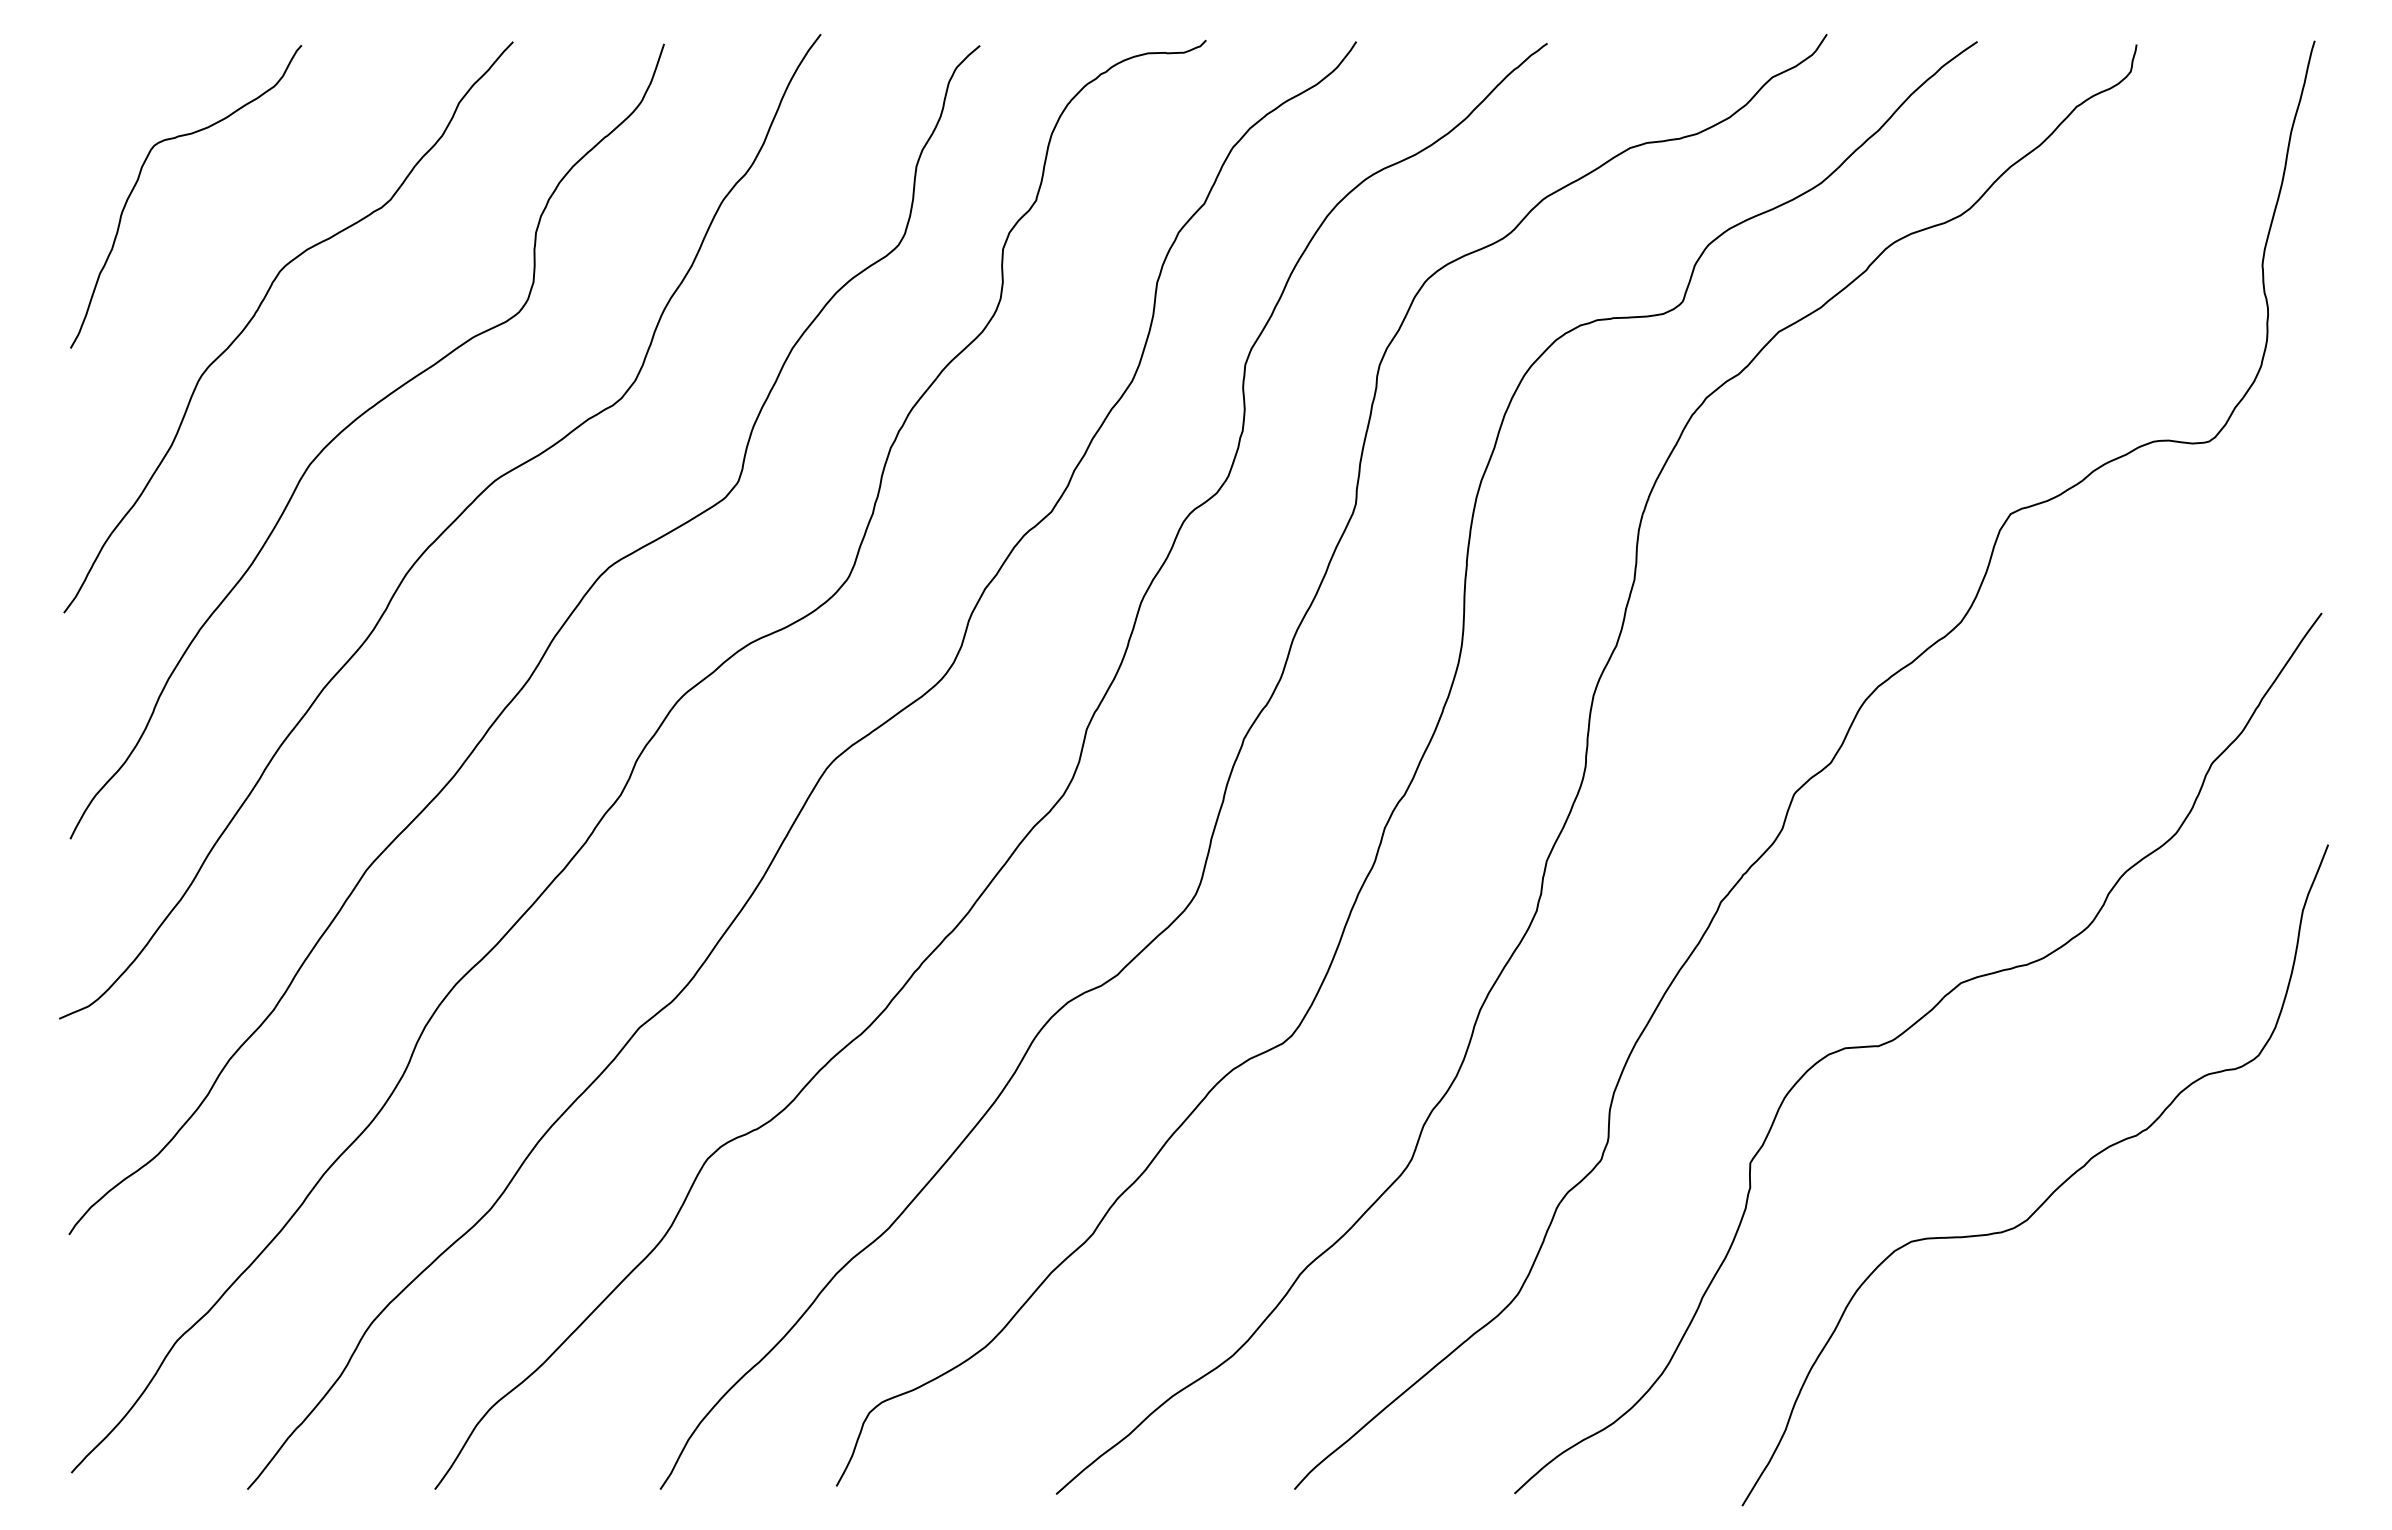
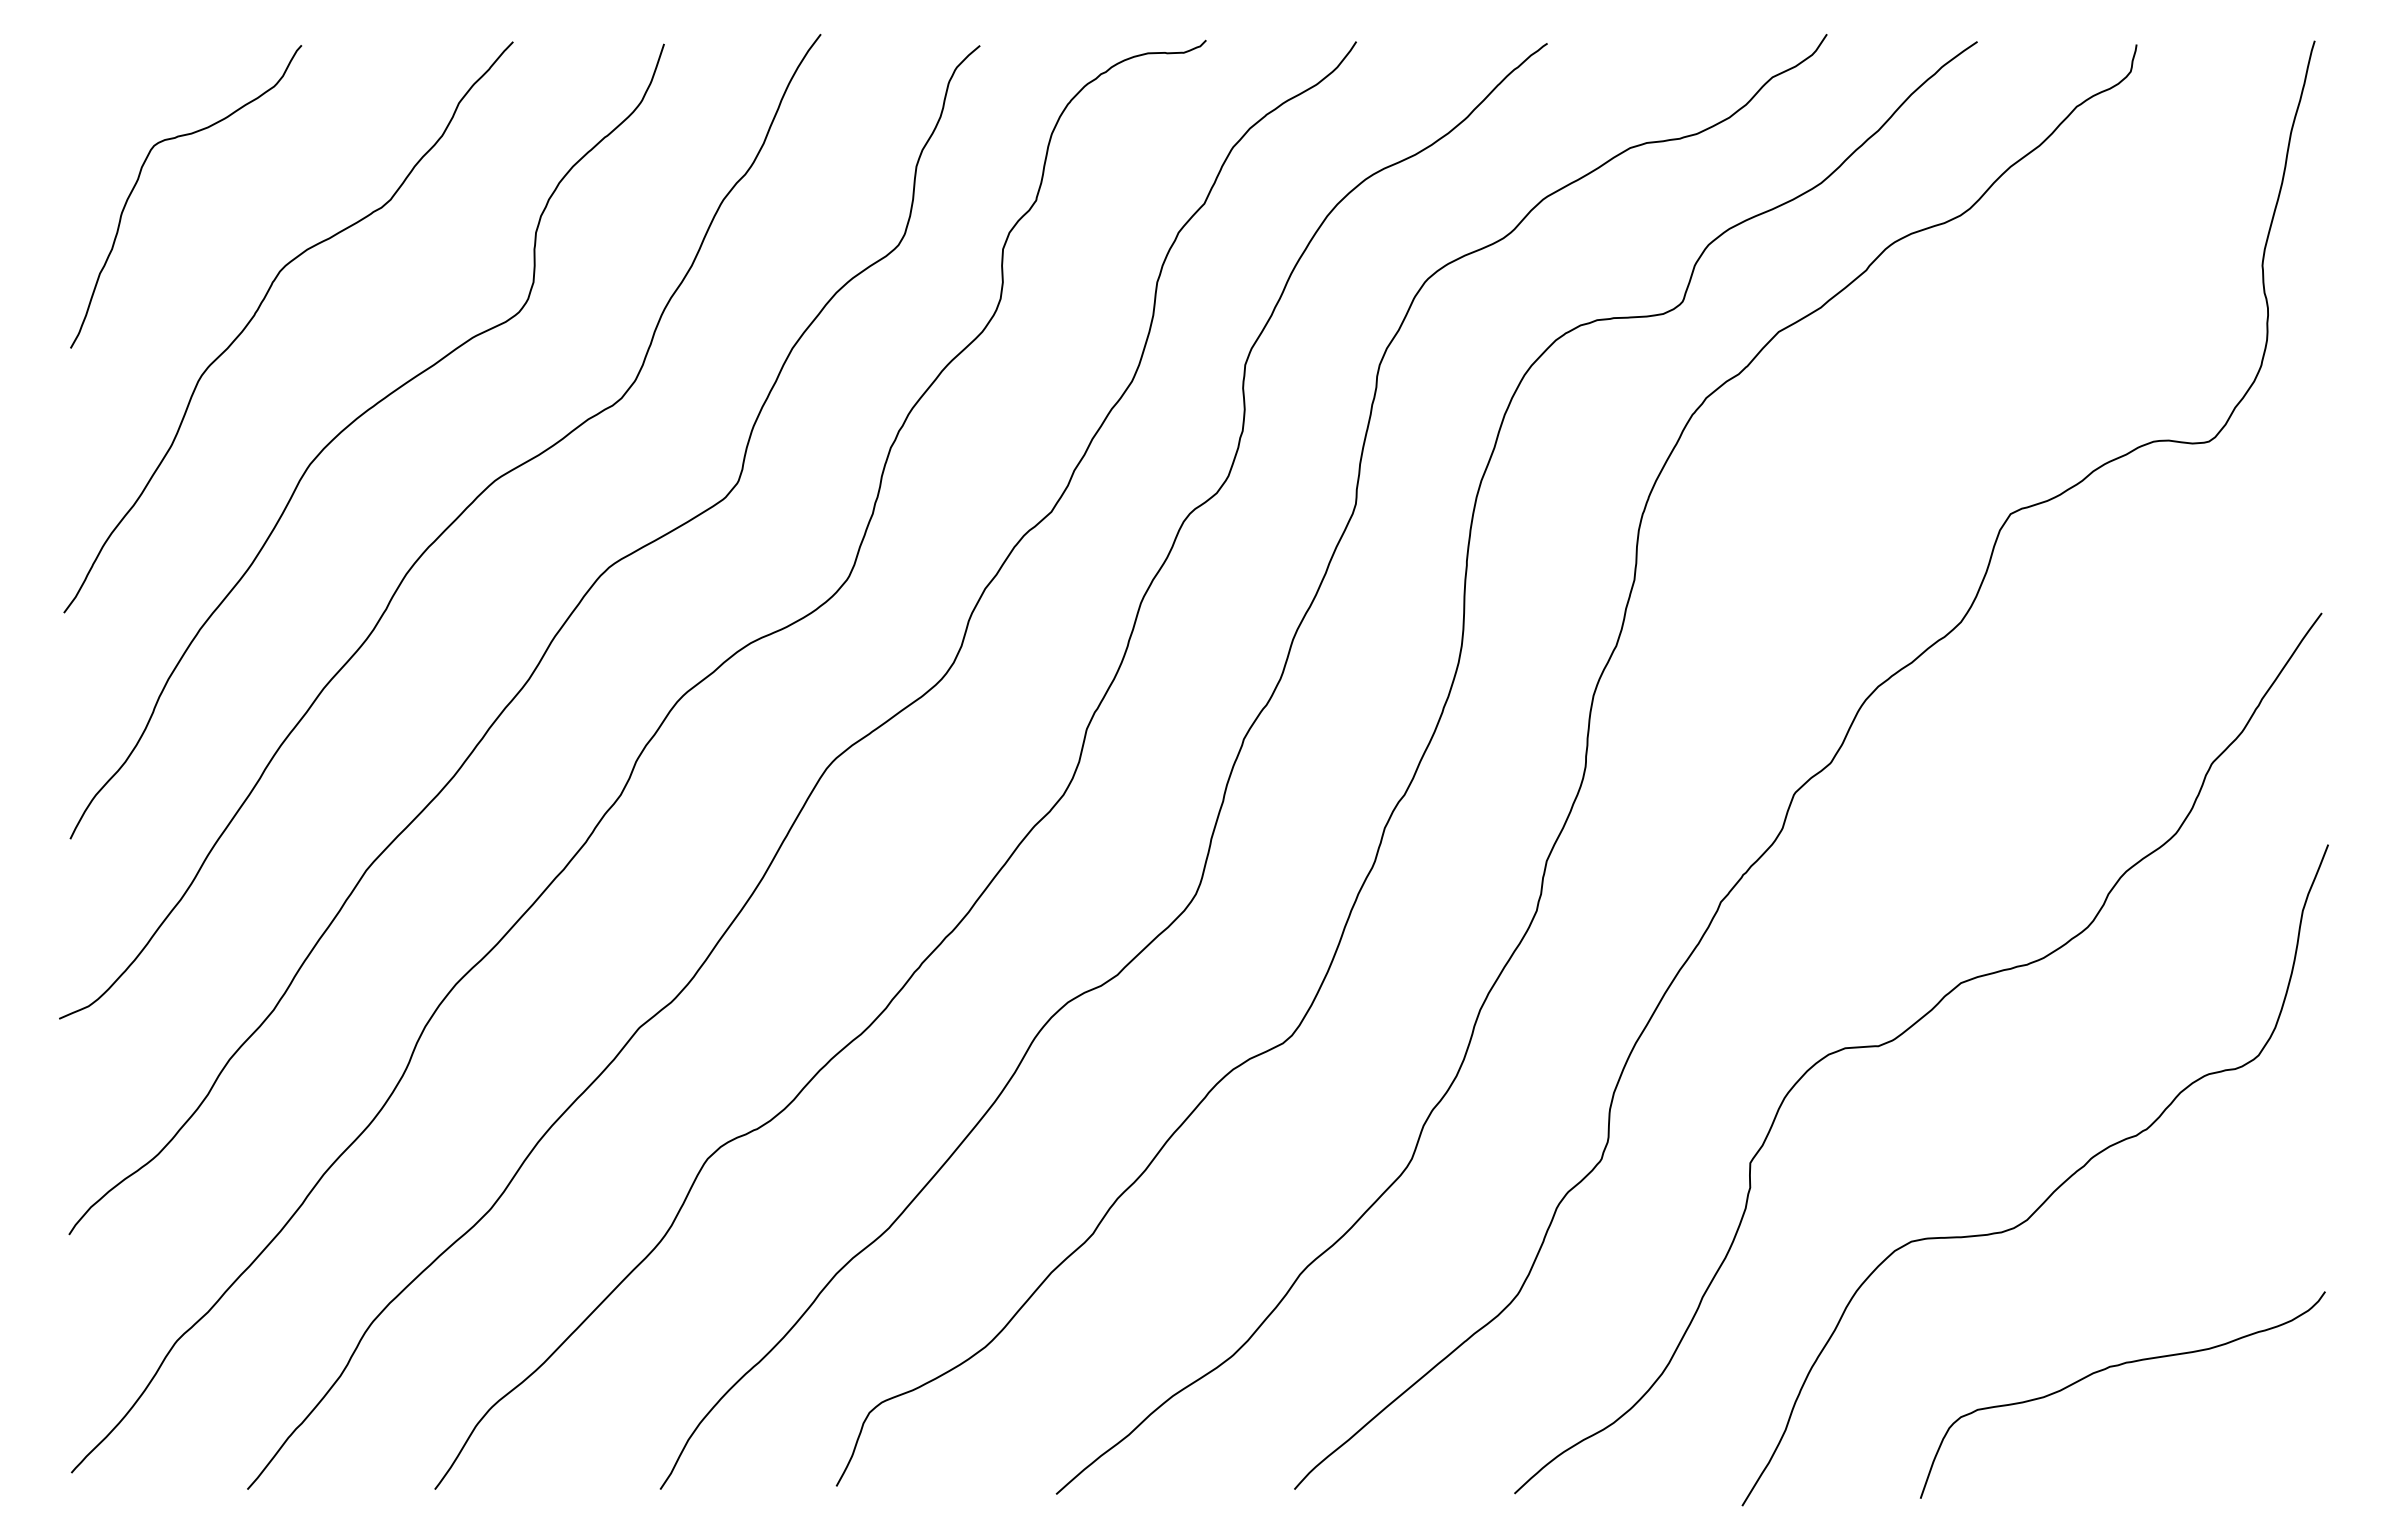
curve at (2118, 1366): none -> present
